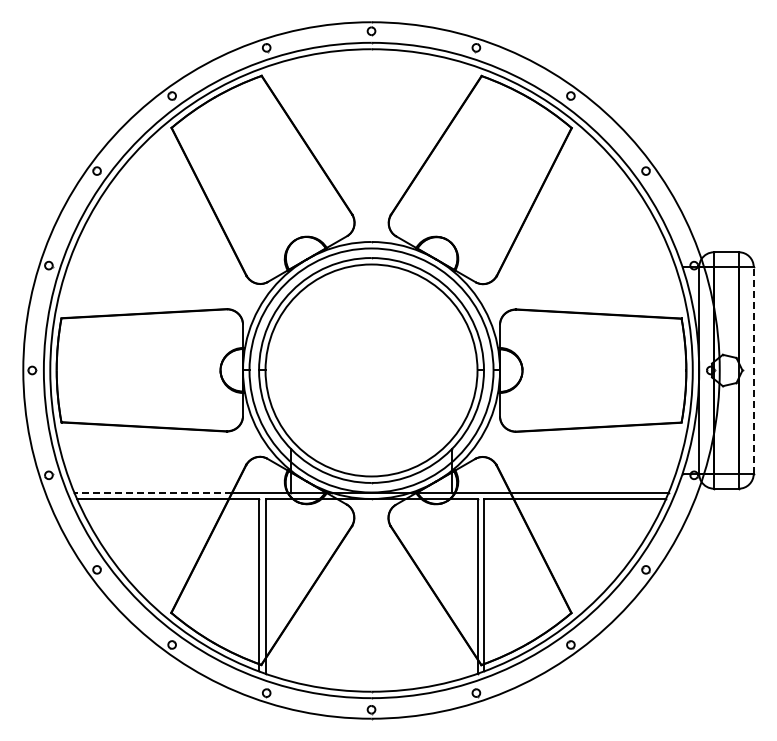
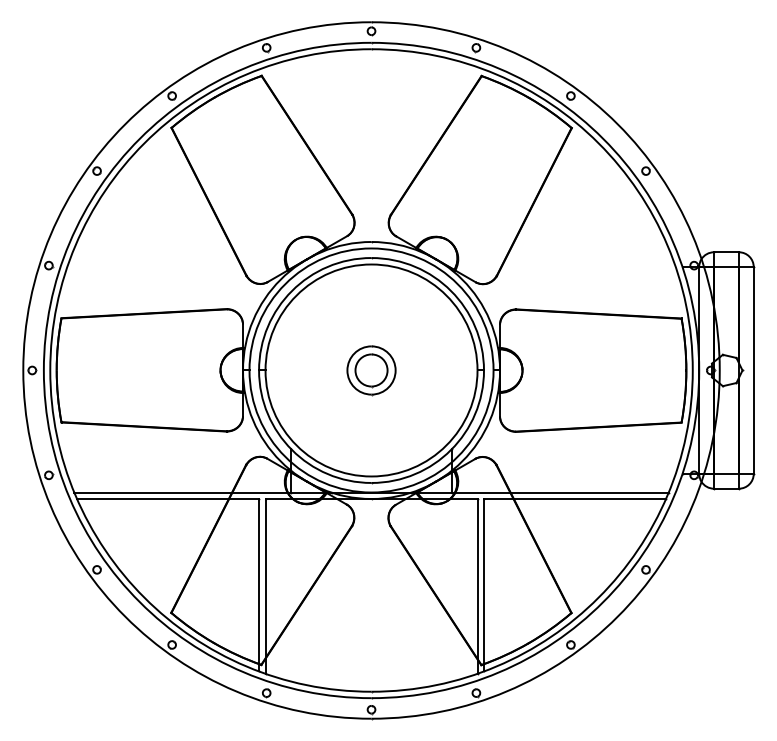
part at (371, 370): none -> present
line at (753, 370): dashed -> solid
line at (153, 492): dashed -> solid
